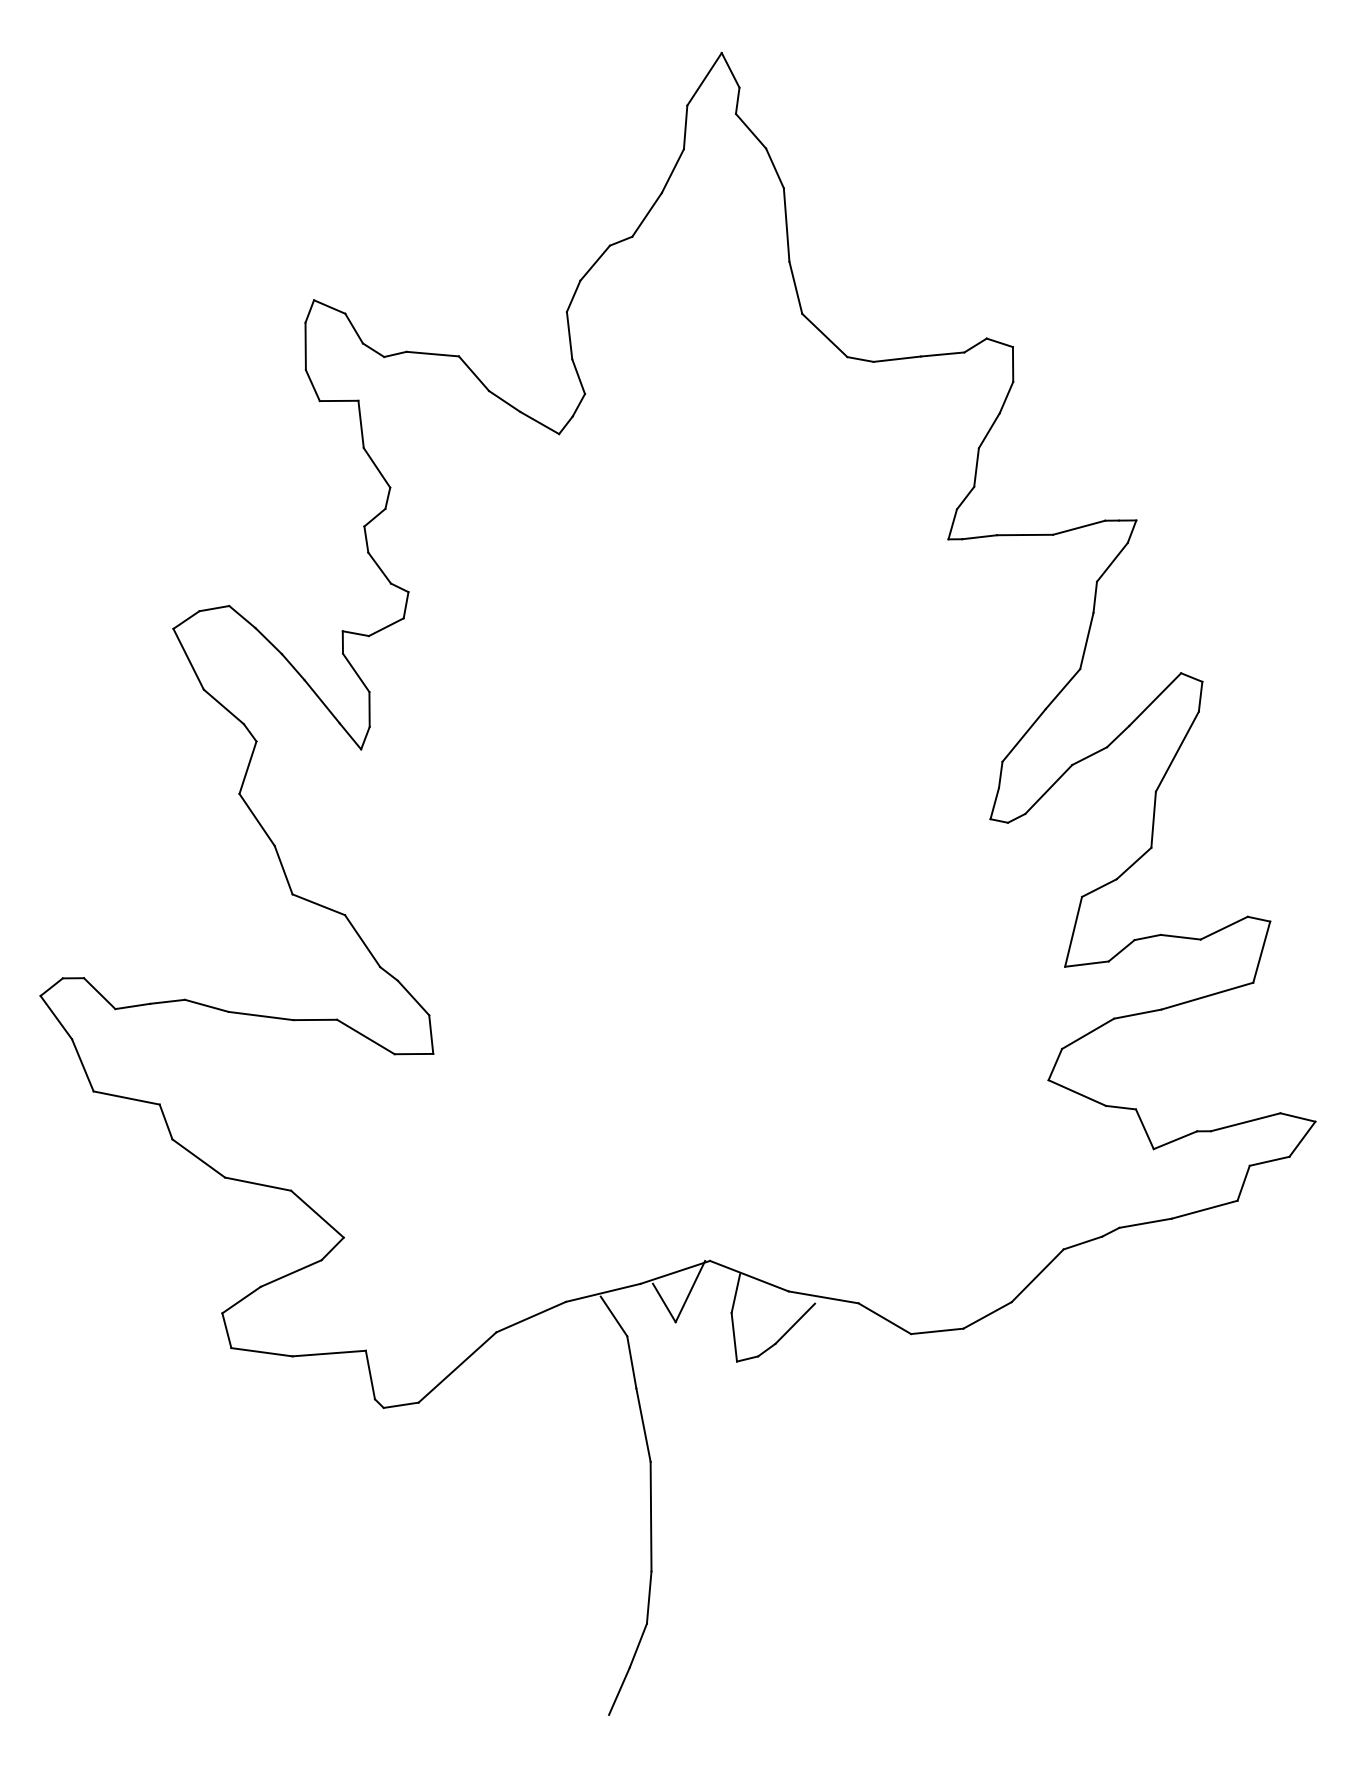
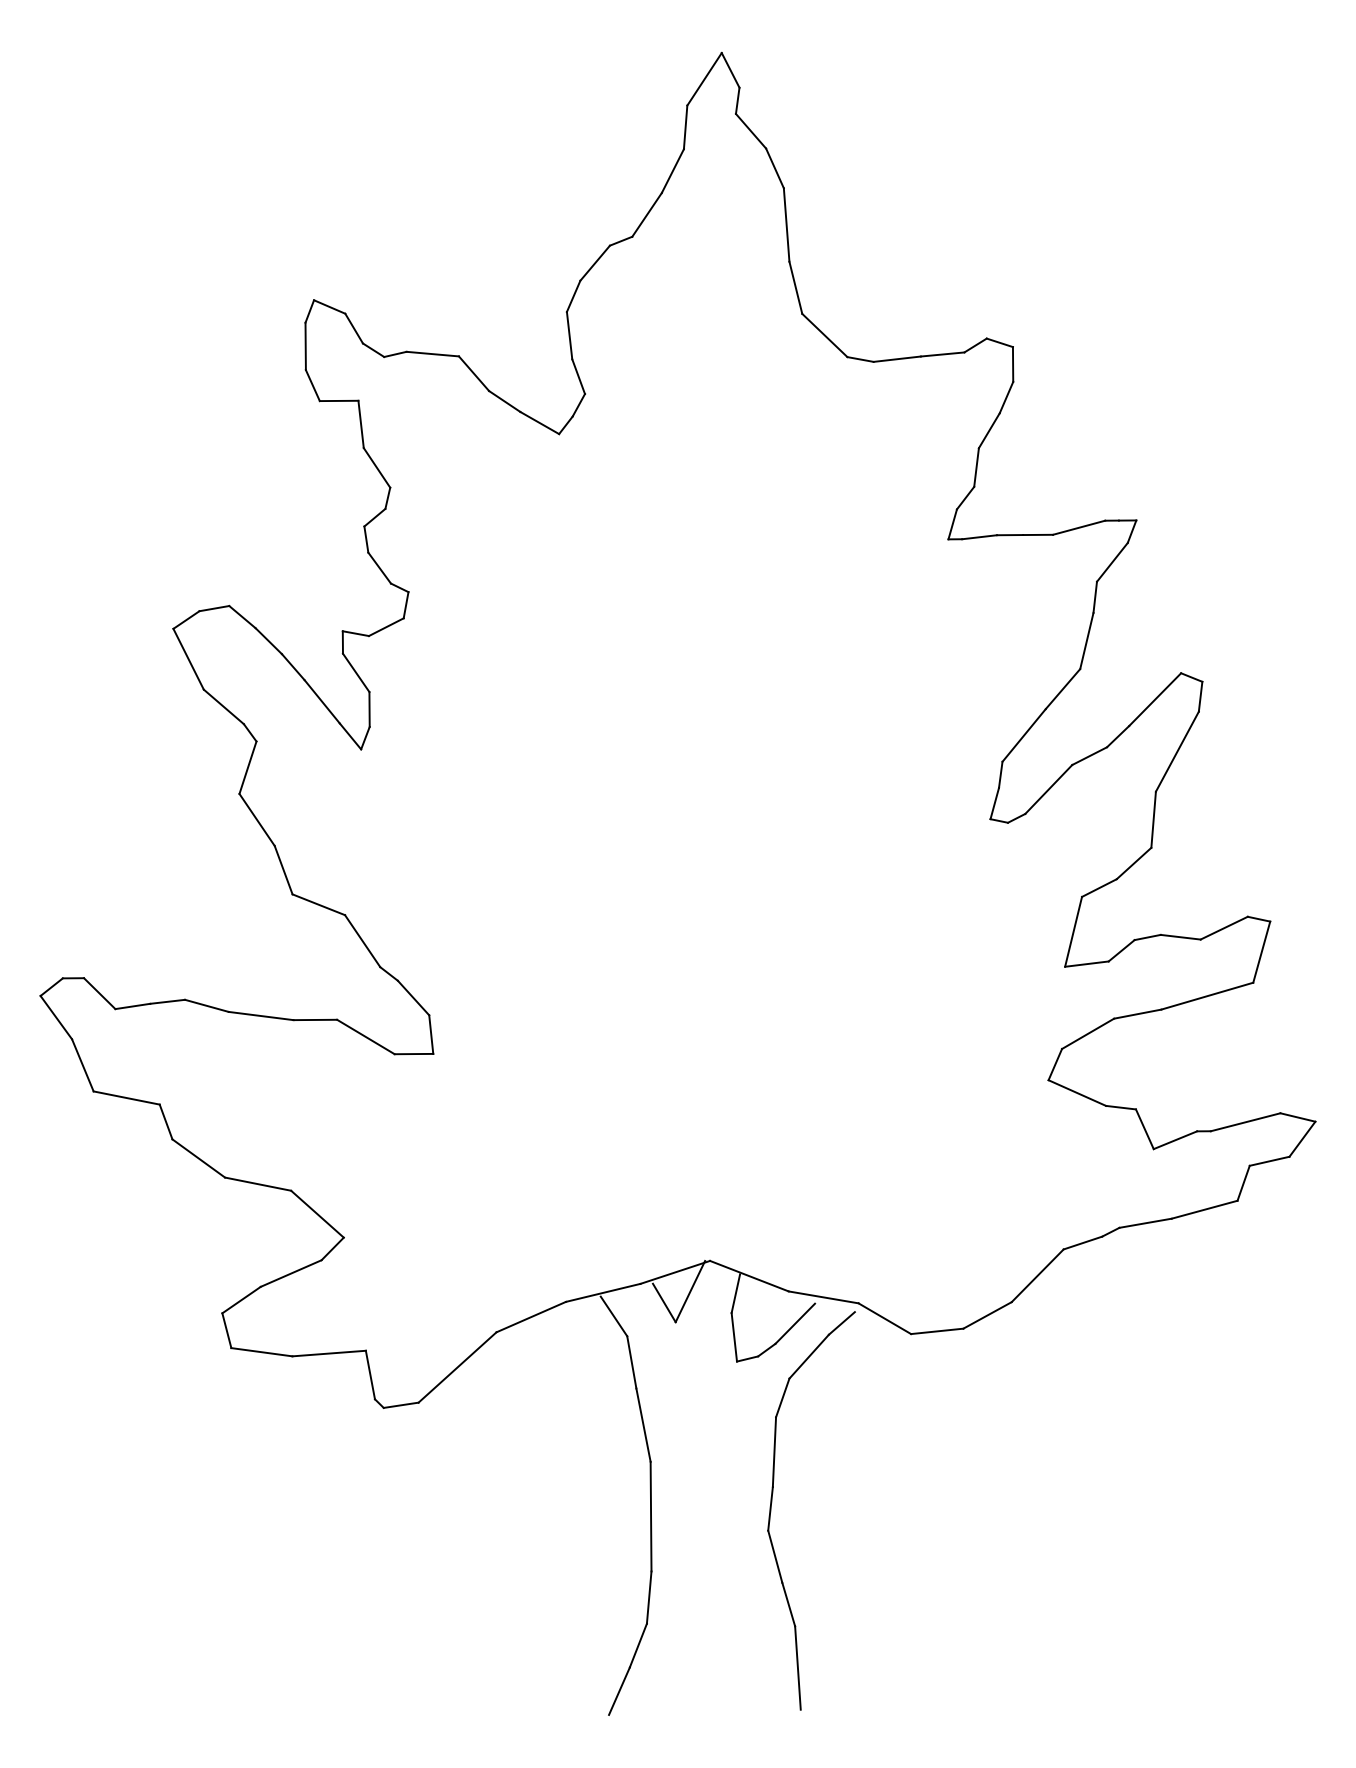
part at (772, 1502): none -> present
